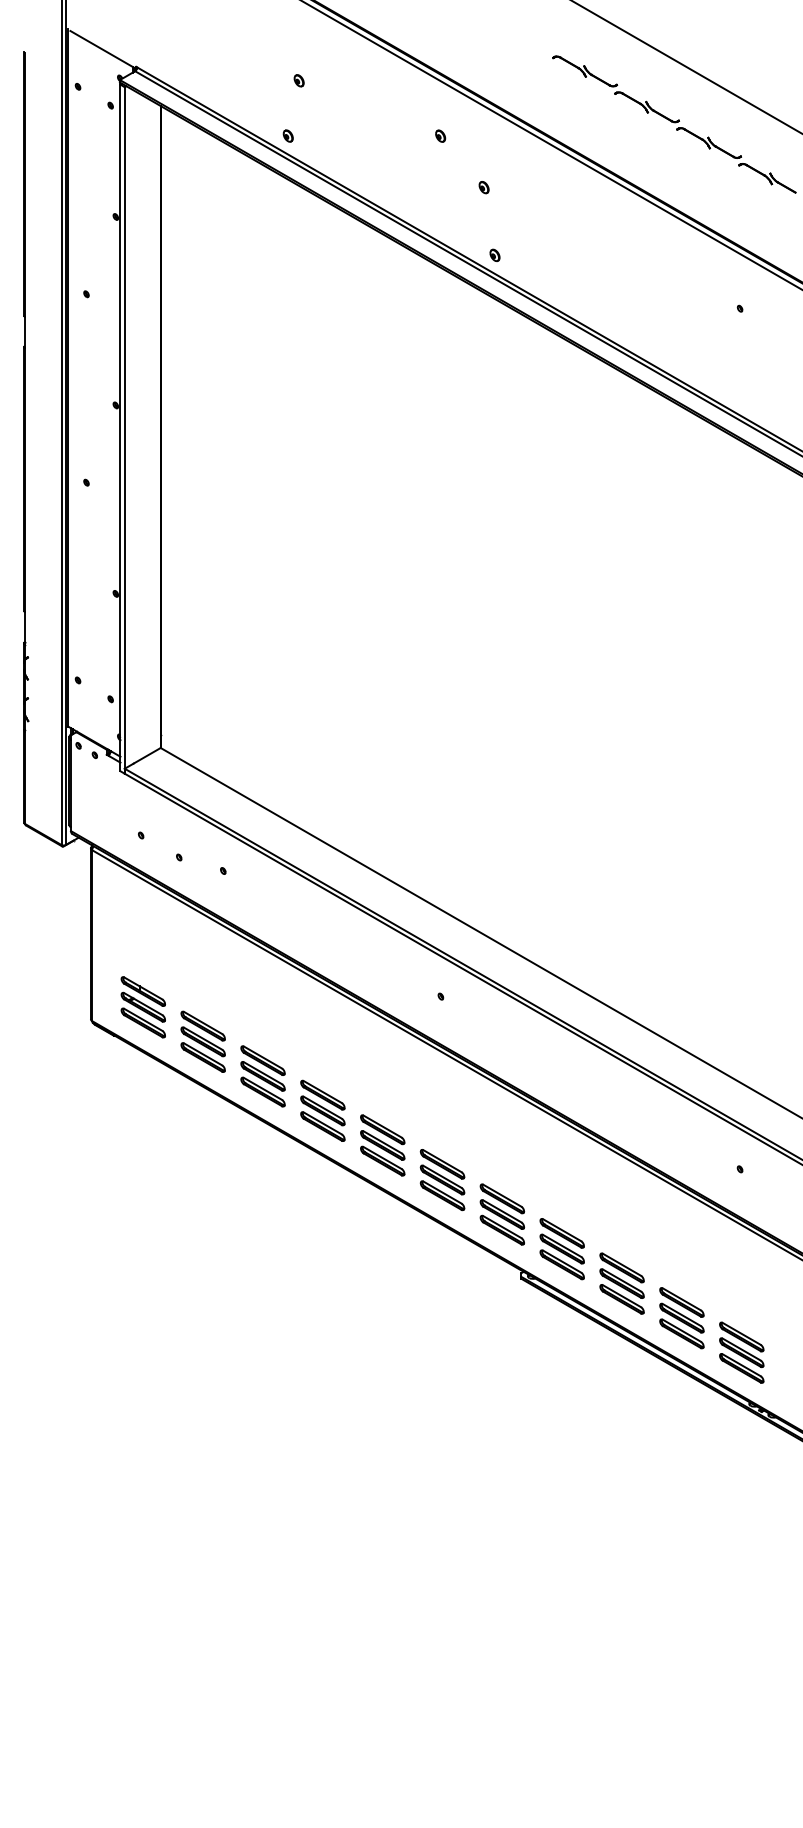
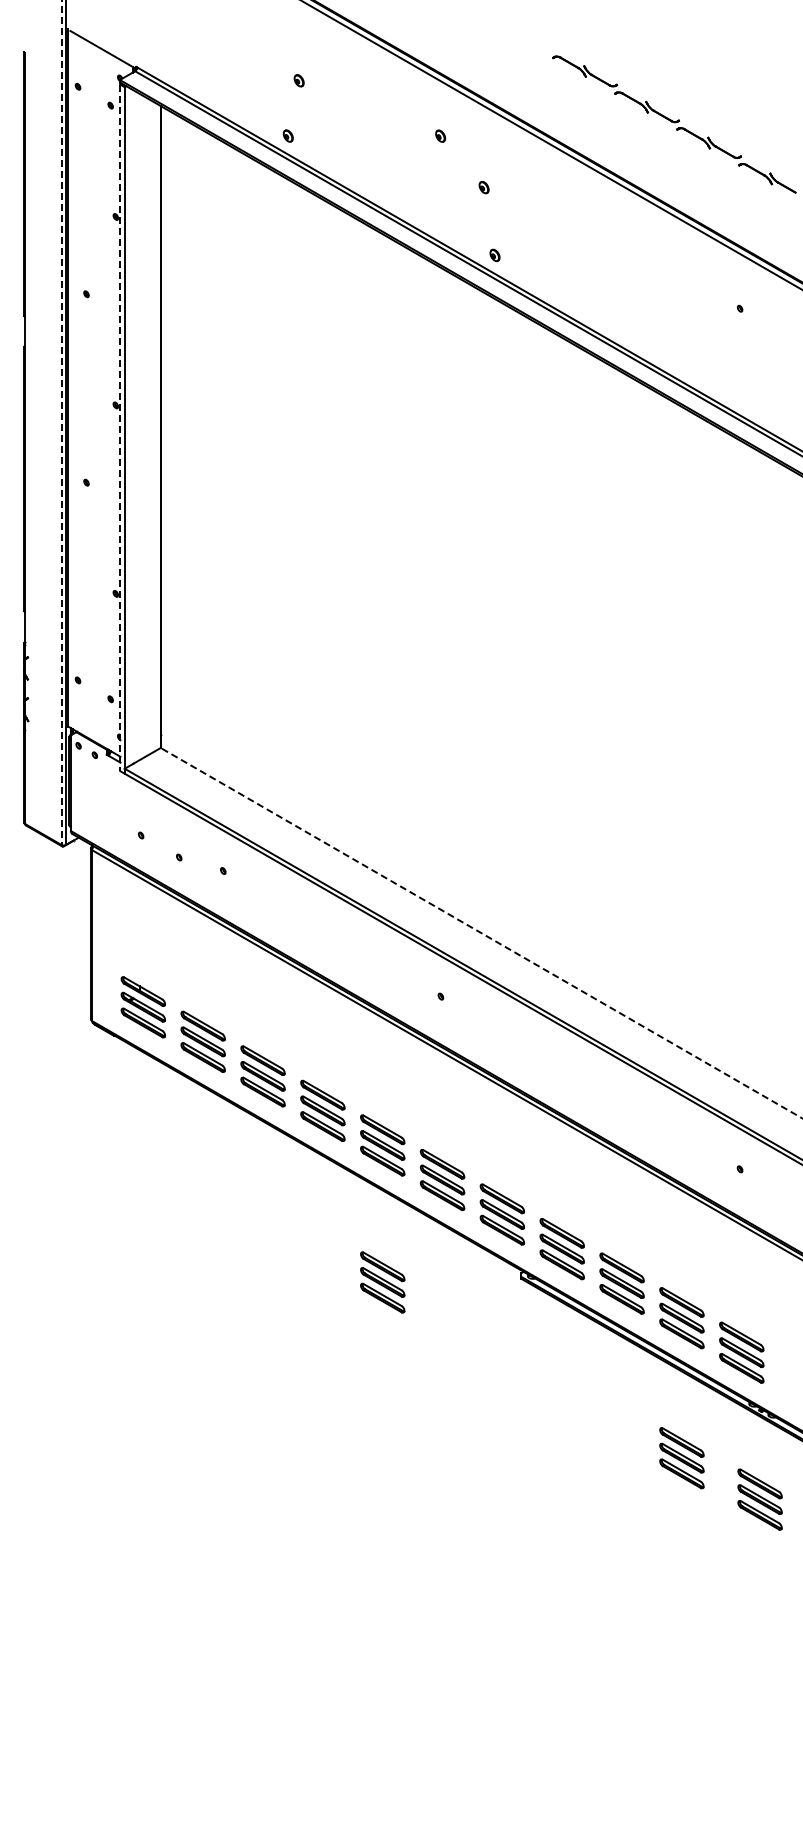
line at (686, 67): present -> none
line at (61, 423): solid -> dashed
line at (120, 428): solid -> dashed
line at (481, 932): solid -> dashed
part at (382, 1282): none -> present
part at (681, 1458): none -> present
part at (759, 1499): none -> present
